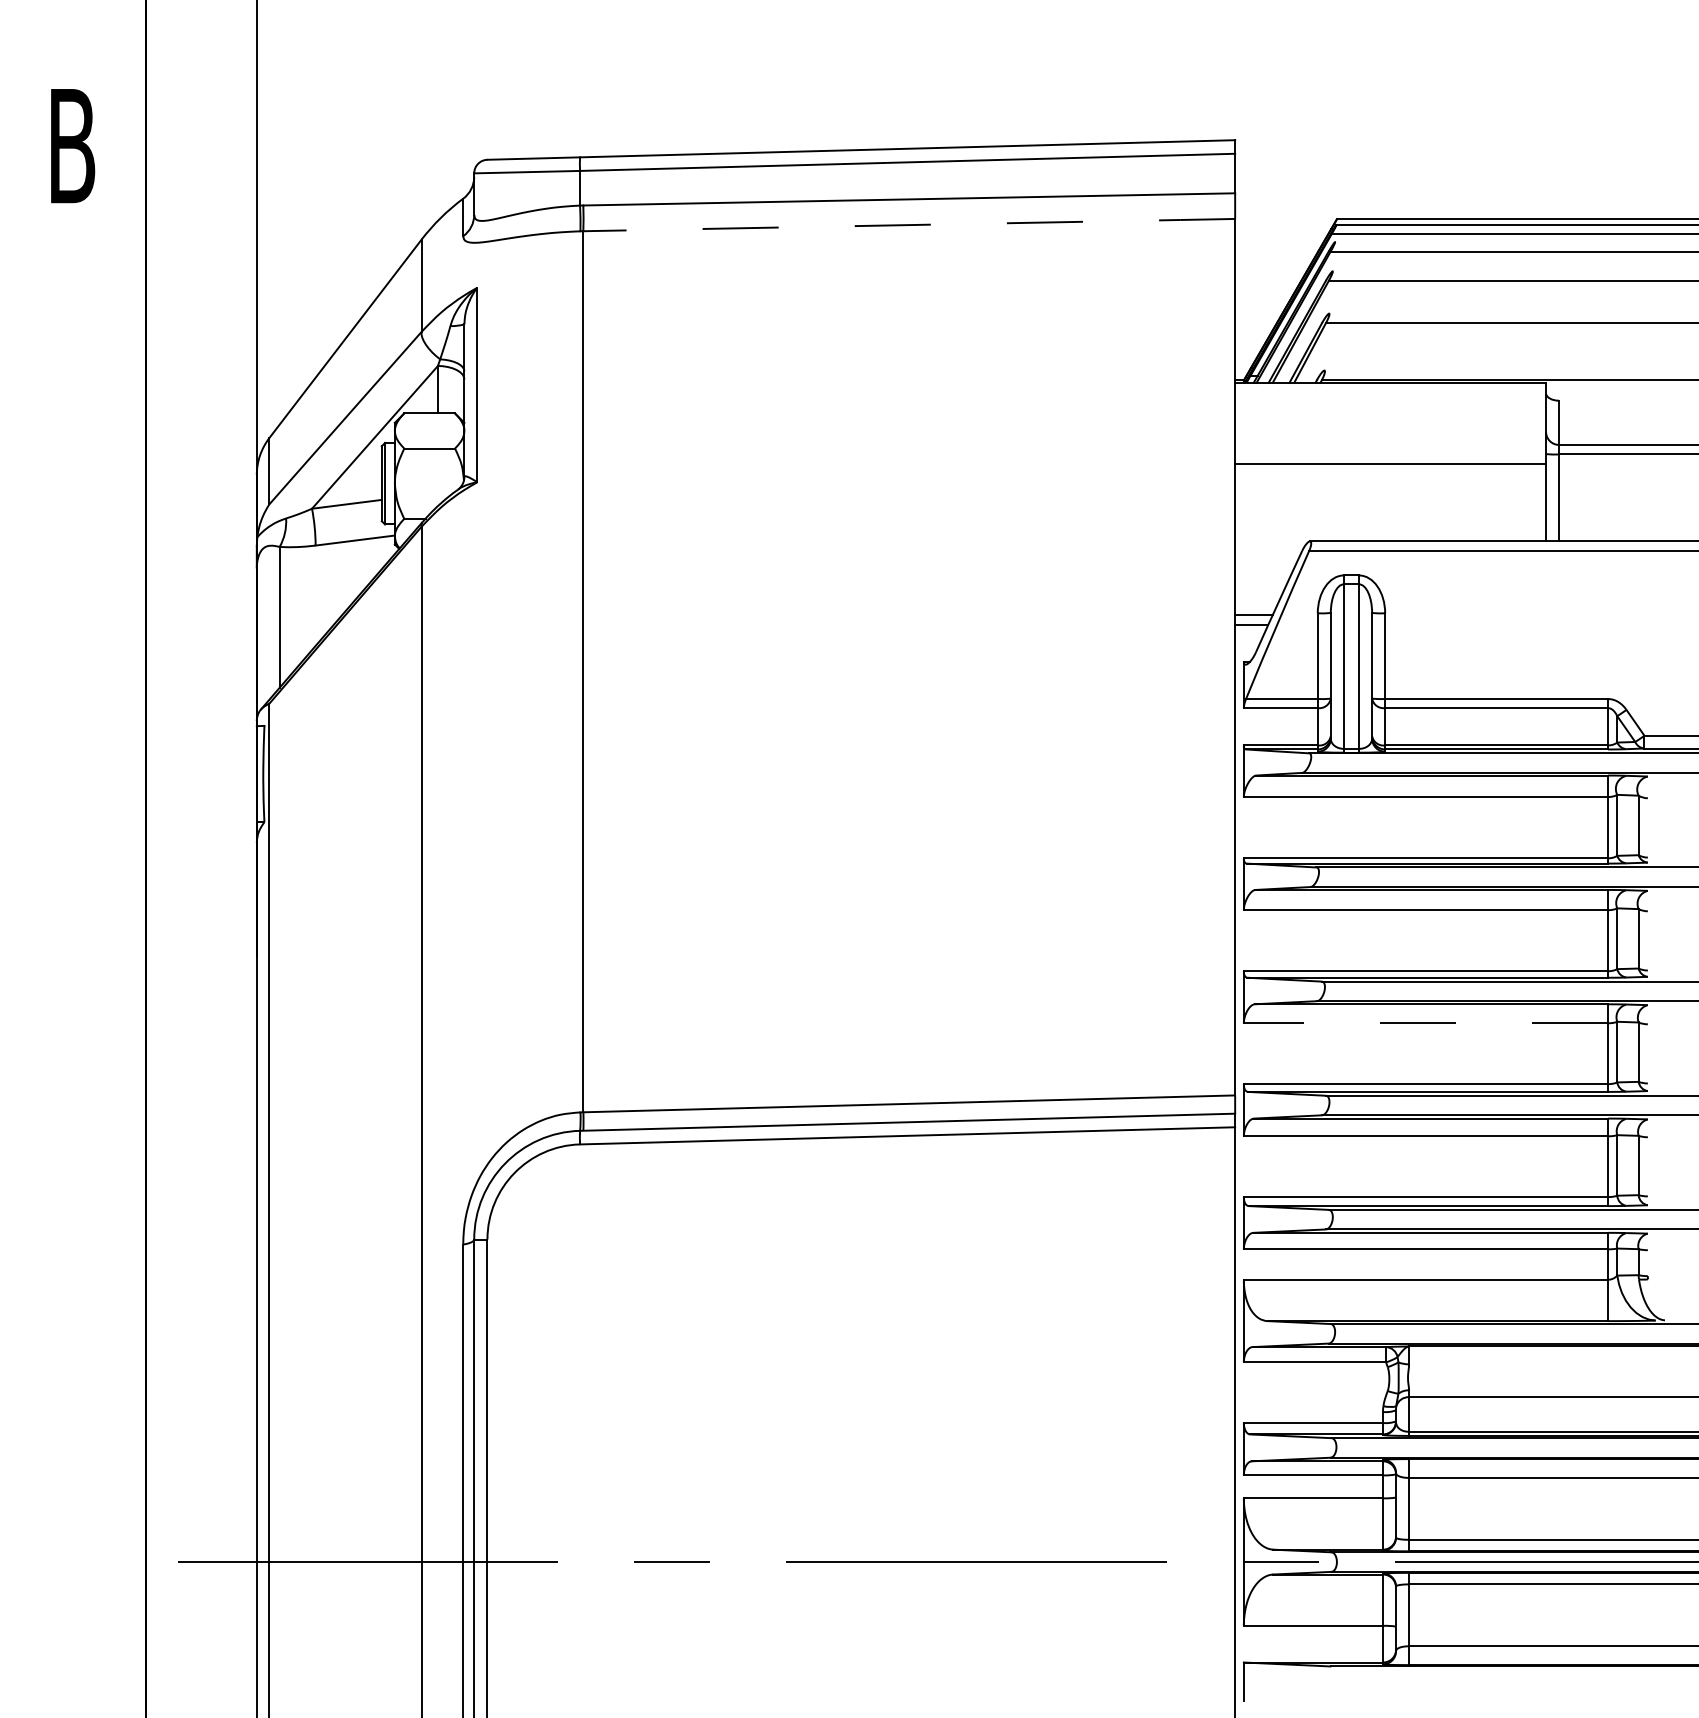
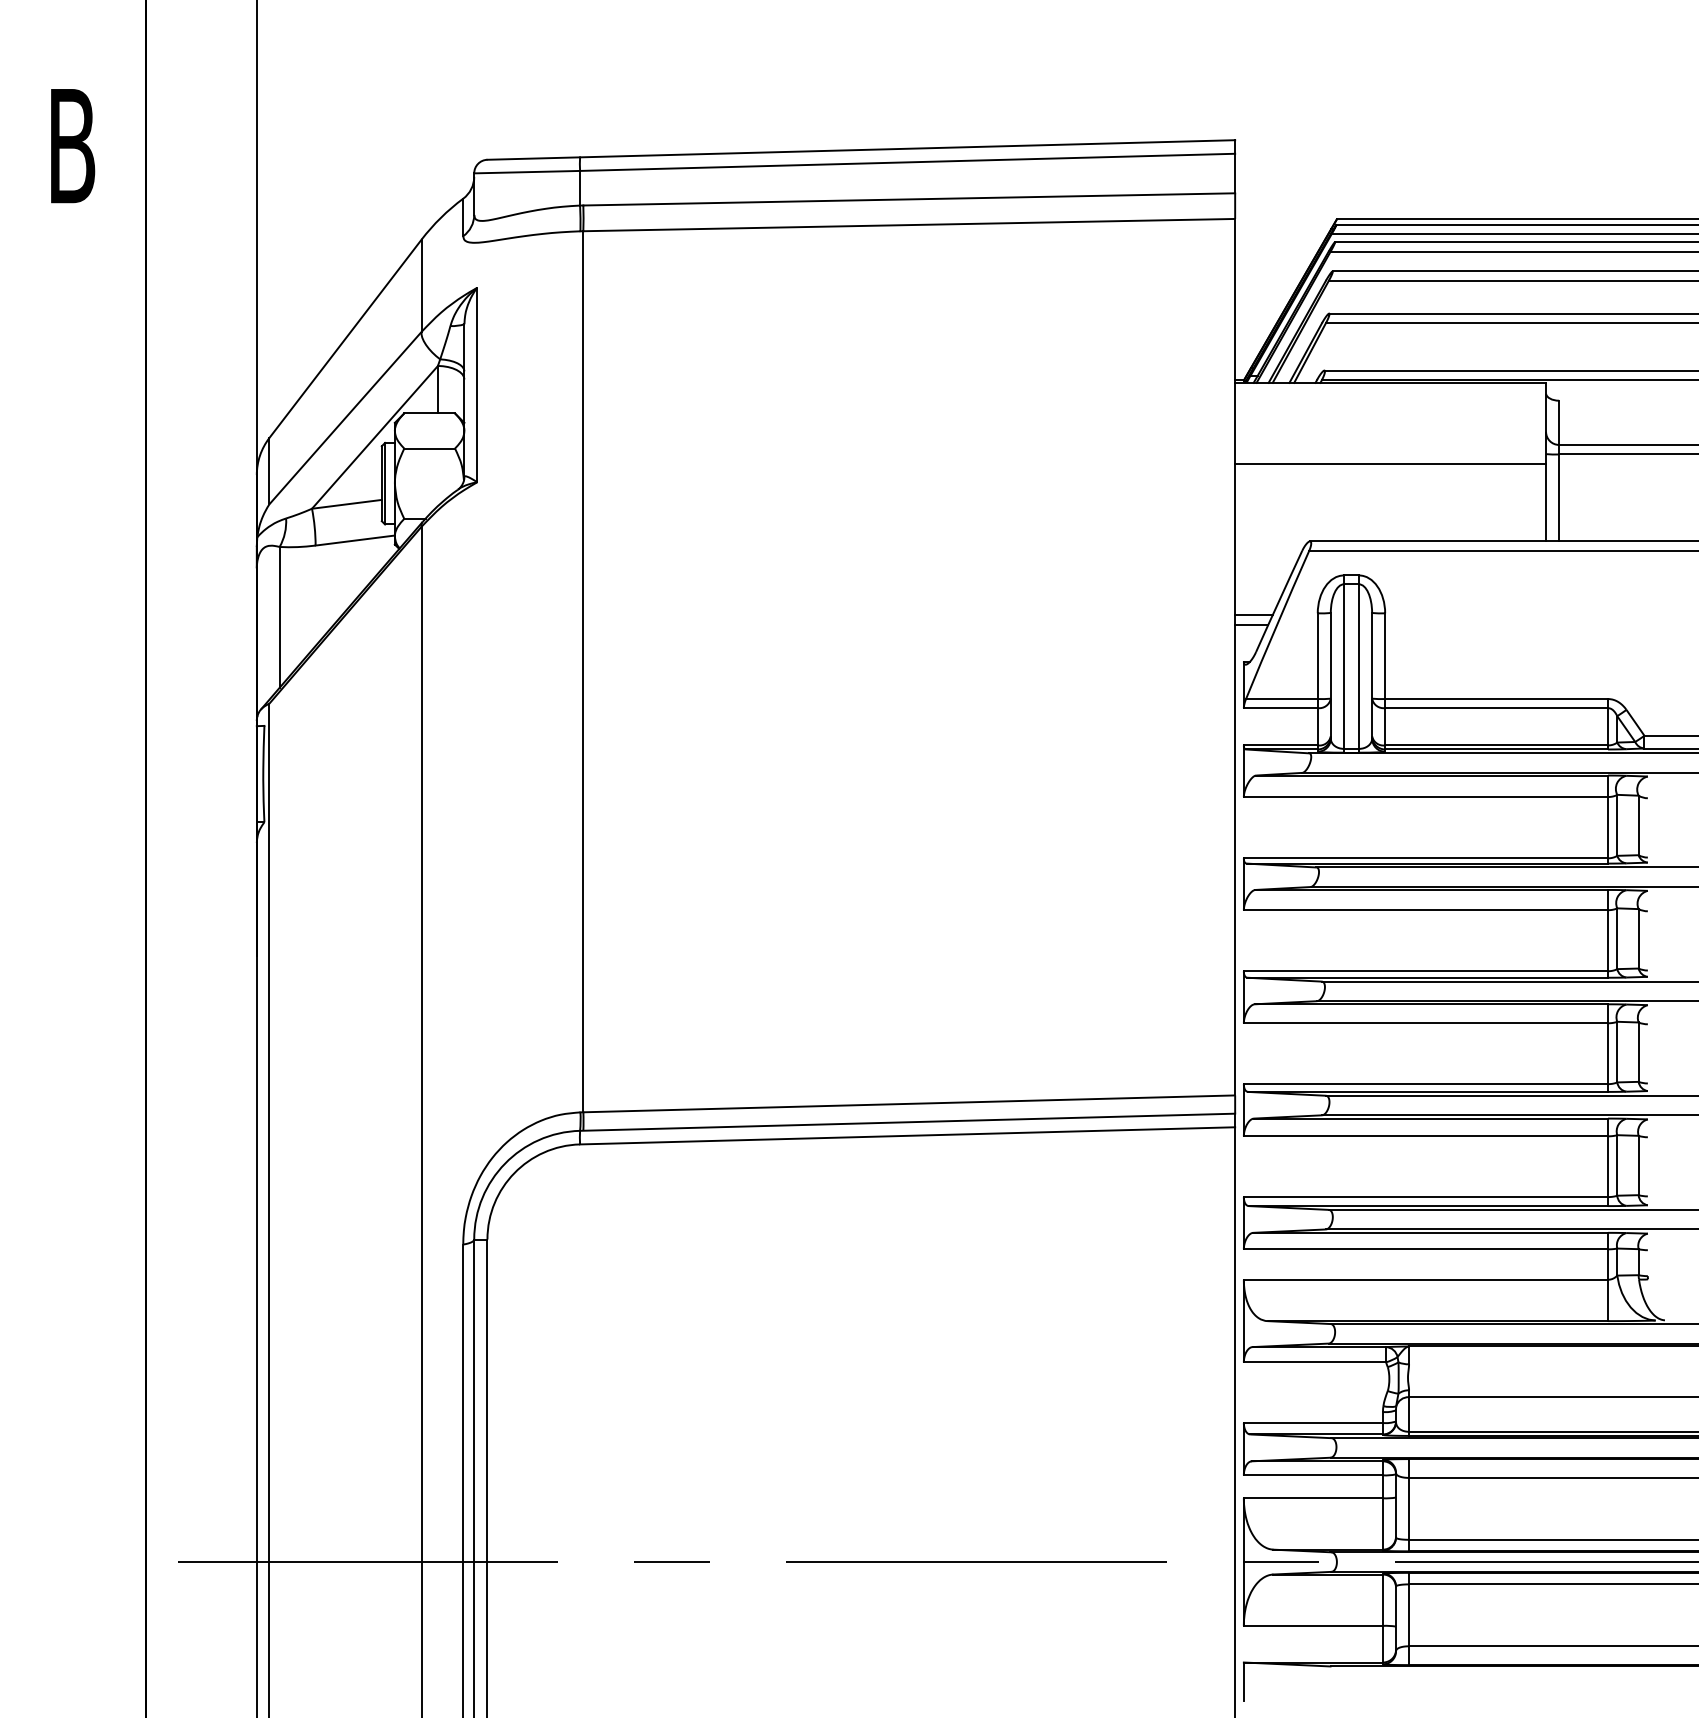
line at (910, 225): dashed -> solid
line at (1514, 242): none -> present
line at (1513, 271): none -> present
line at (1512, 313): none -> present
line at (1509, 370): none -> present
line at (1425, 1023): dashed -> solid
